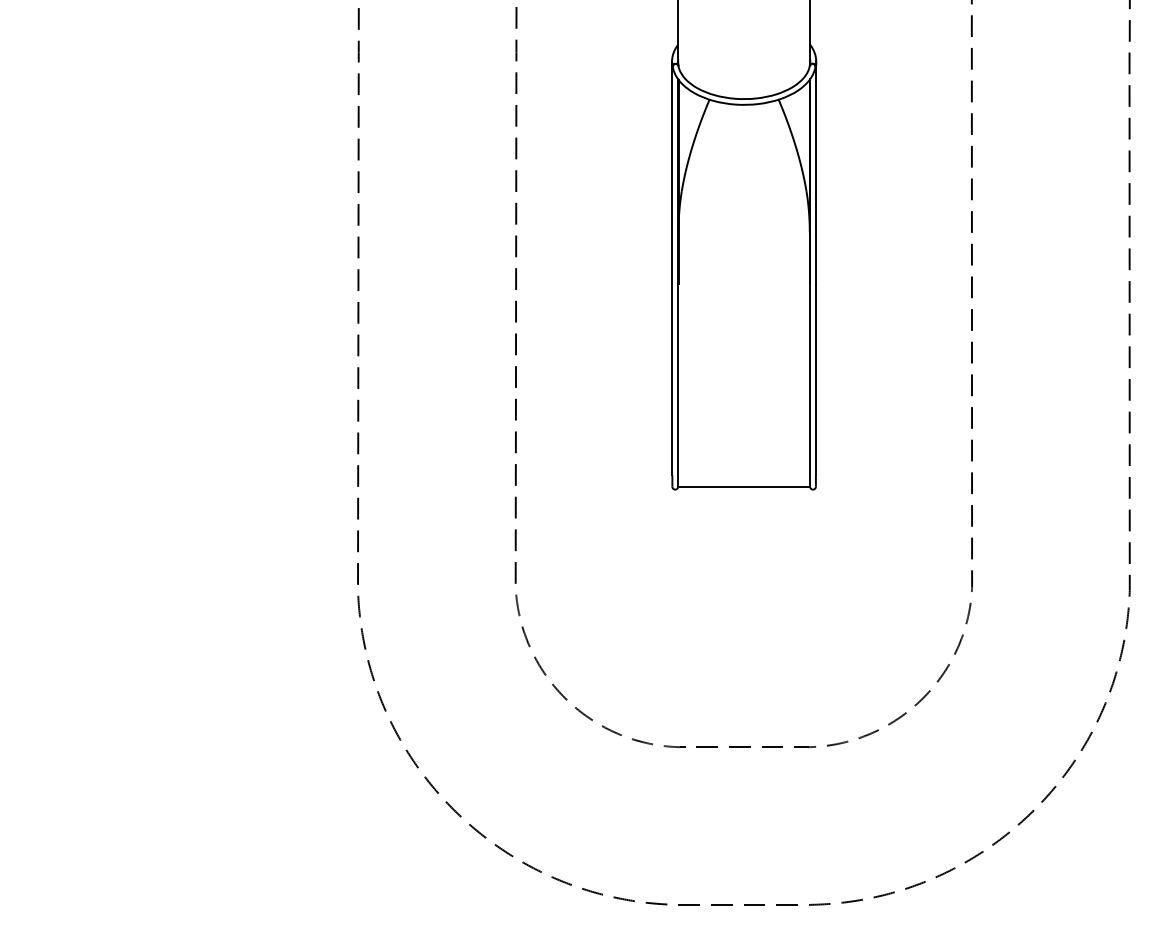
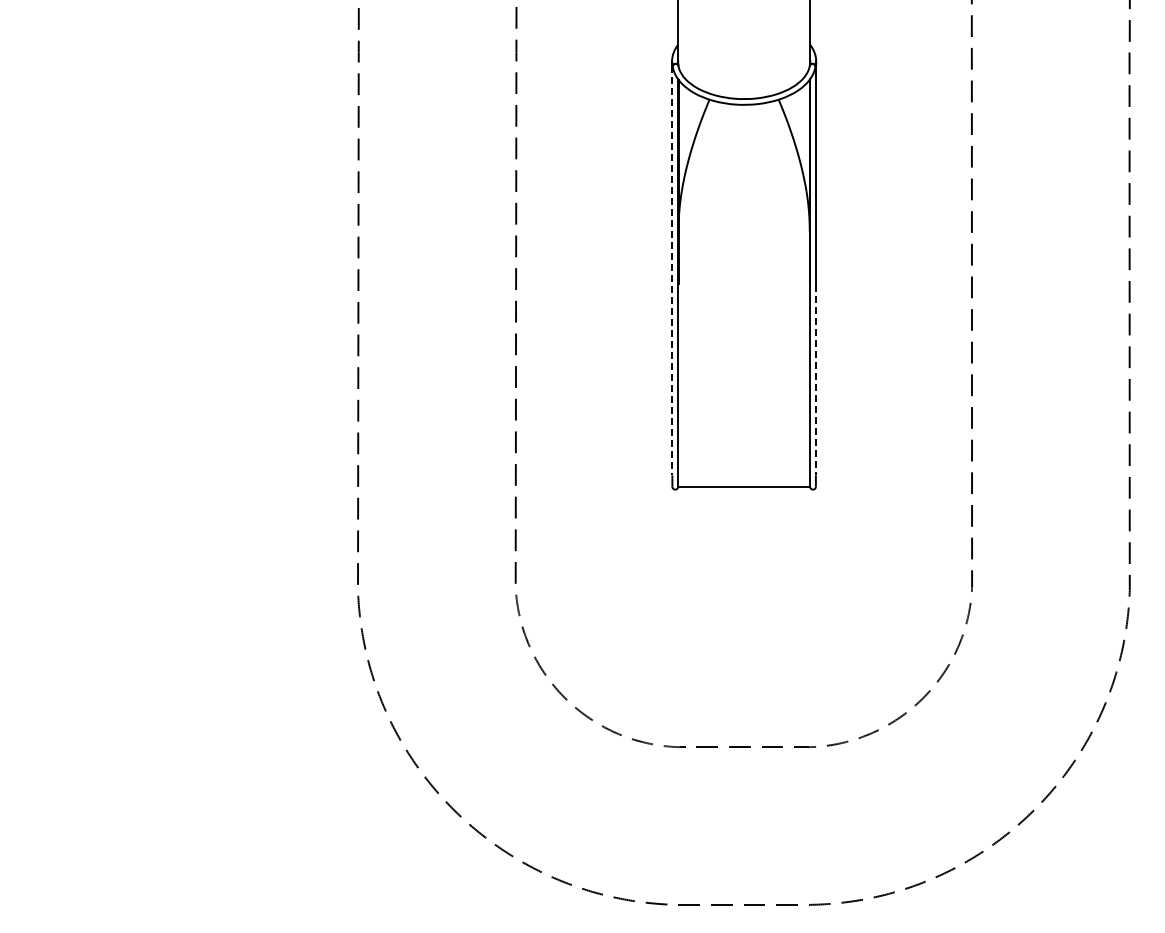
line at (672, 270): solid -> dashed
line at (815, 380): solid -> dashed
